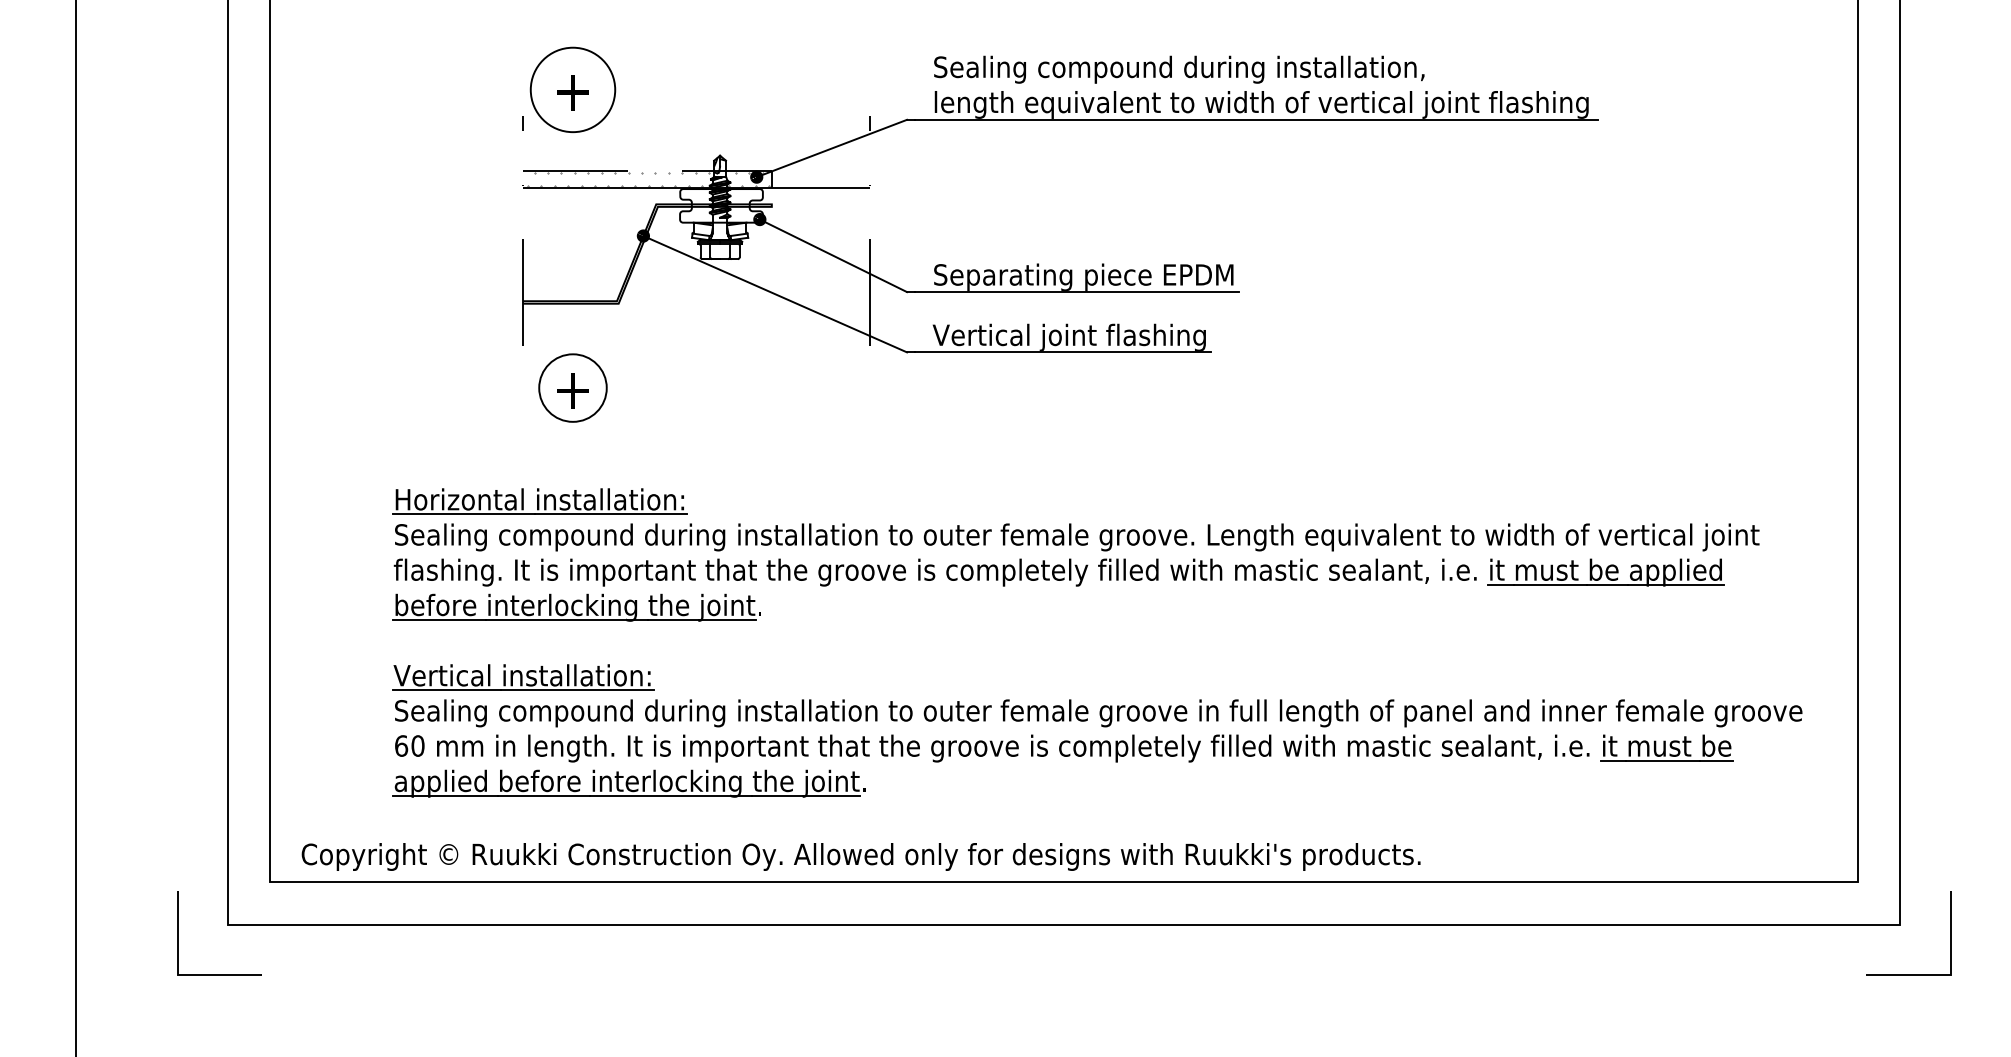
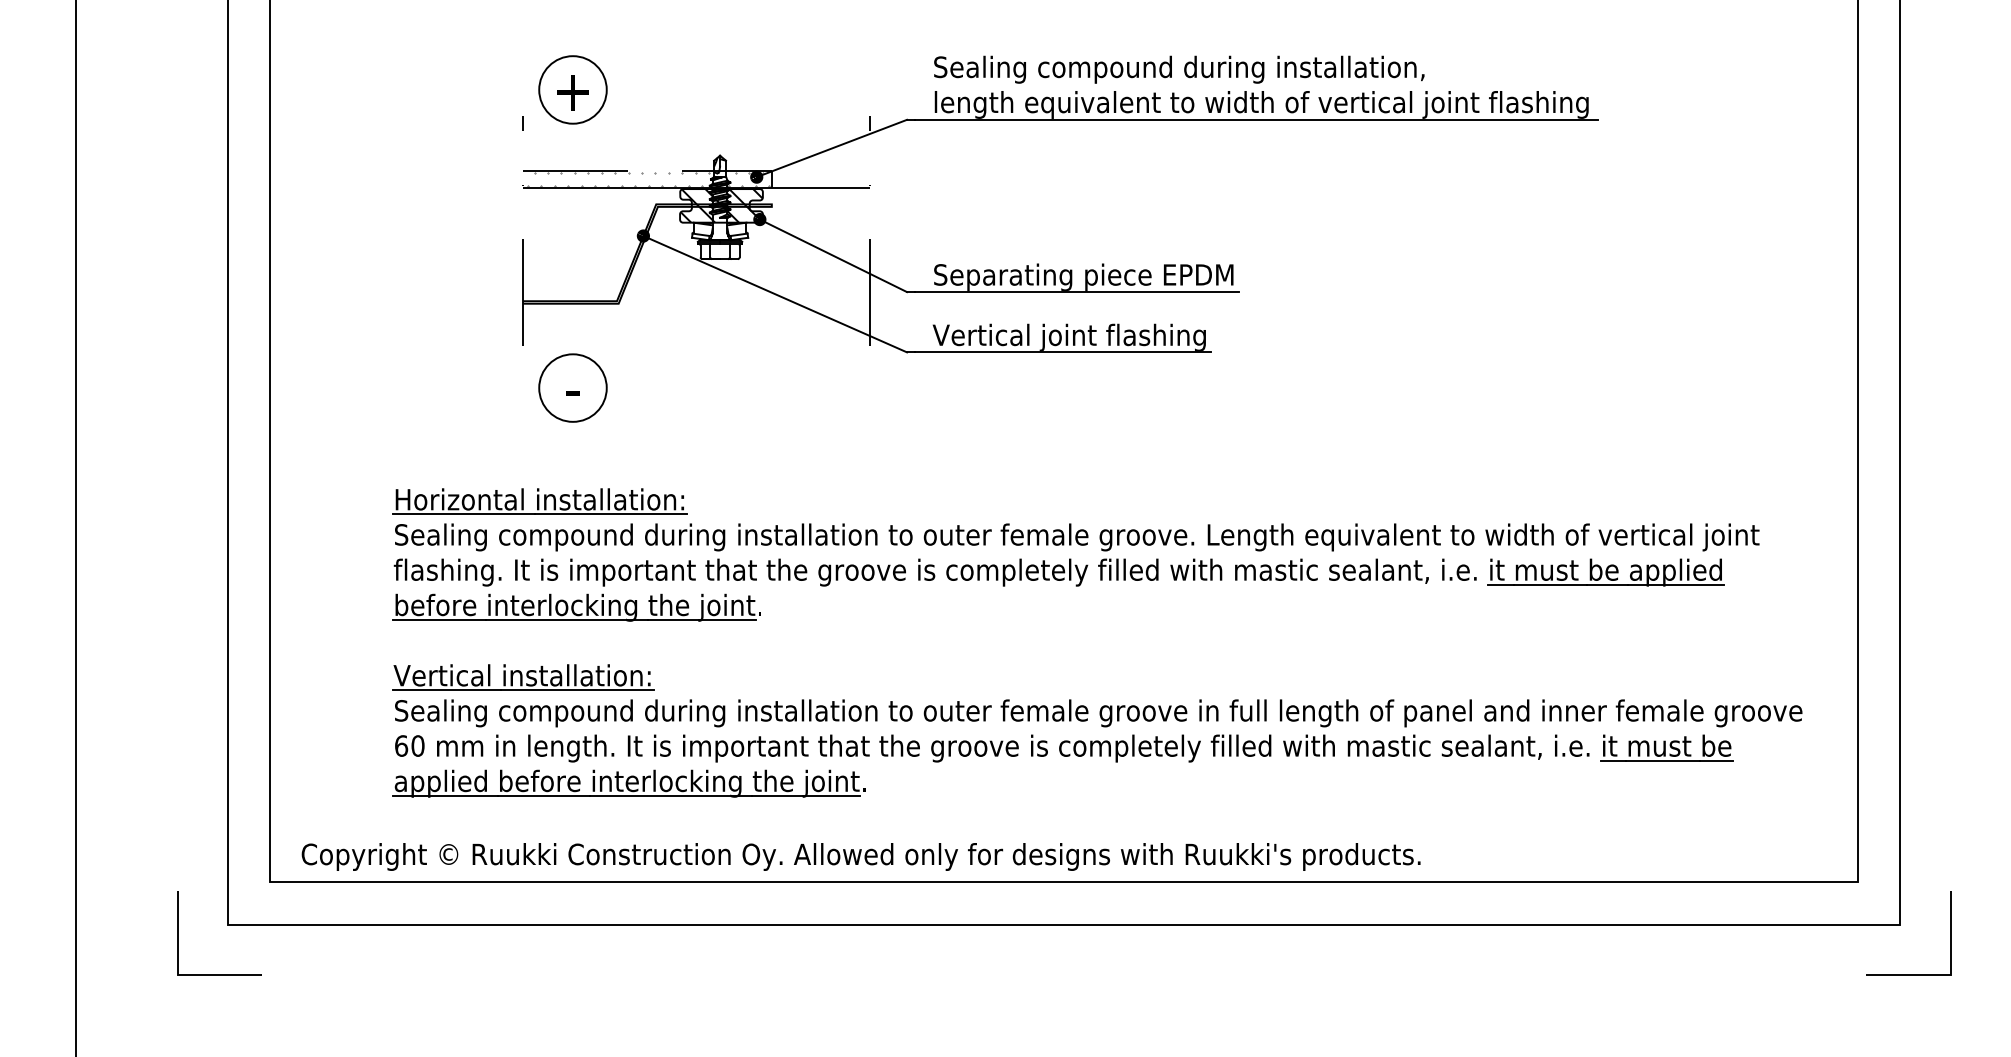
circle at (572, 89) diameter: 84 px -> 68 px
hatch at (721, 205): none -> present
text at (572, 390): + -> -
